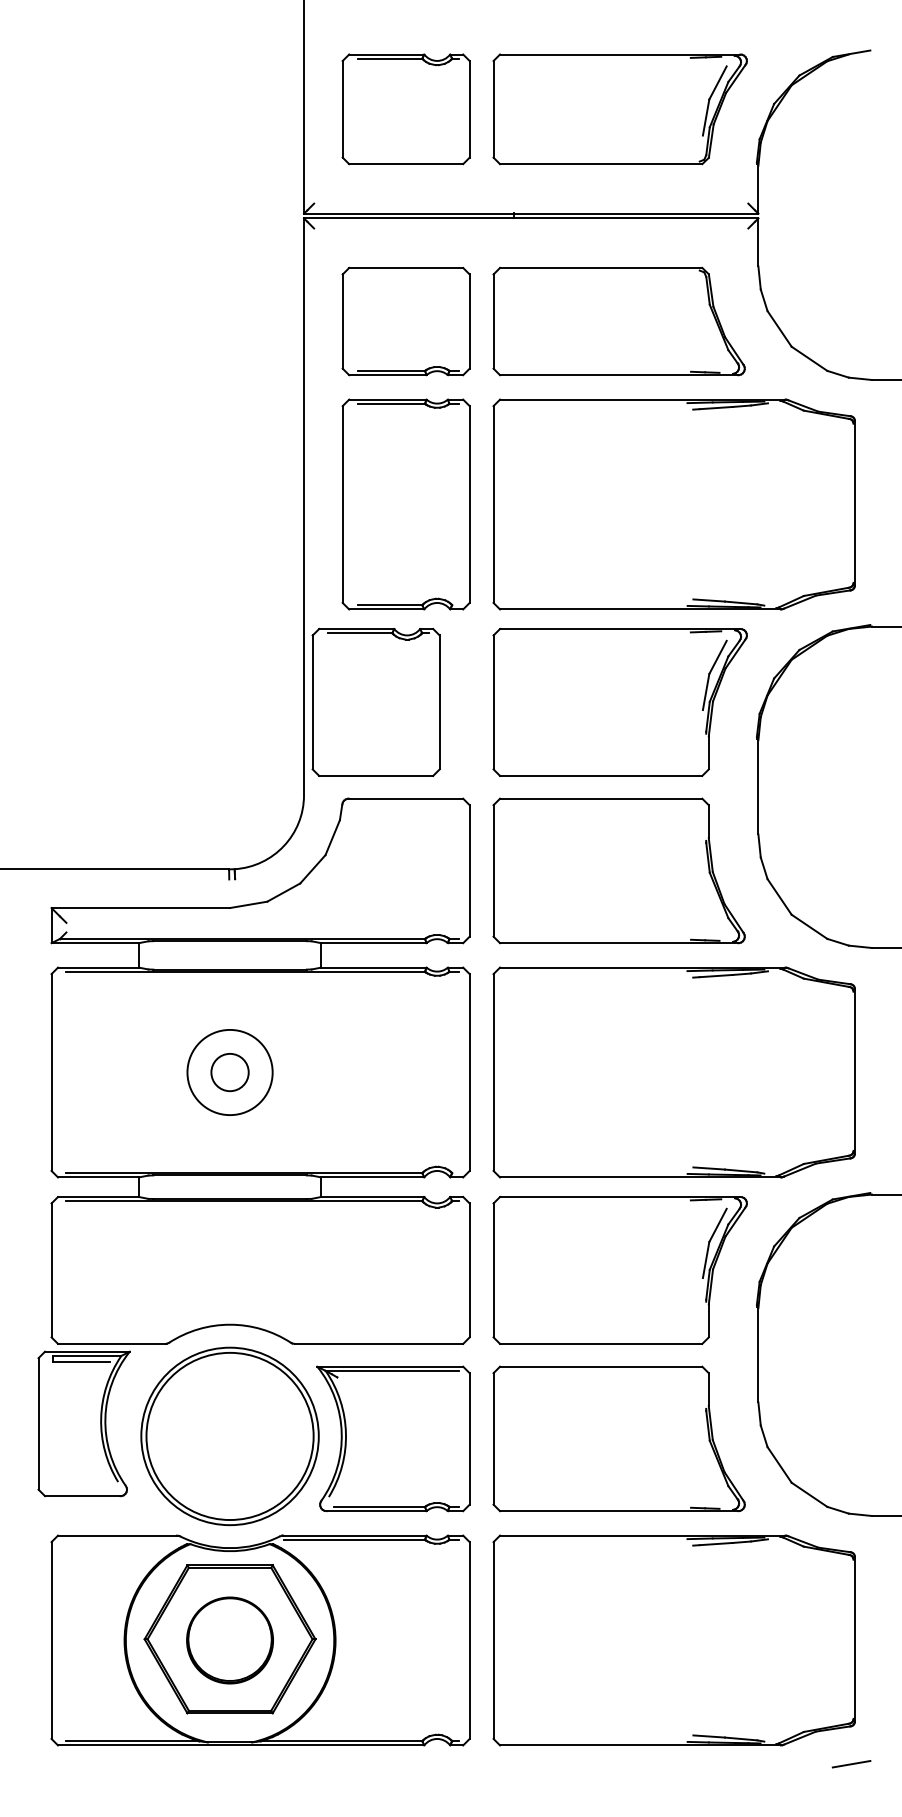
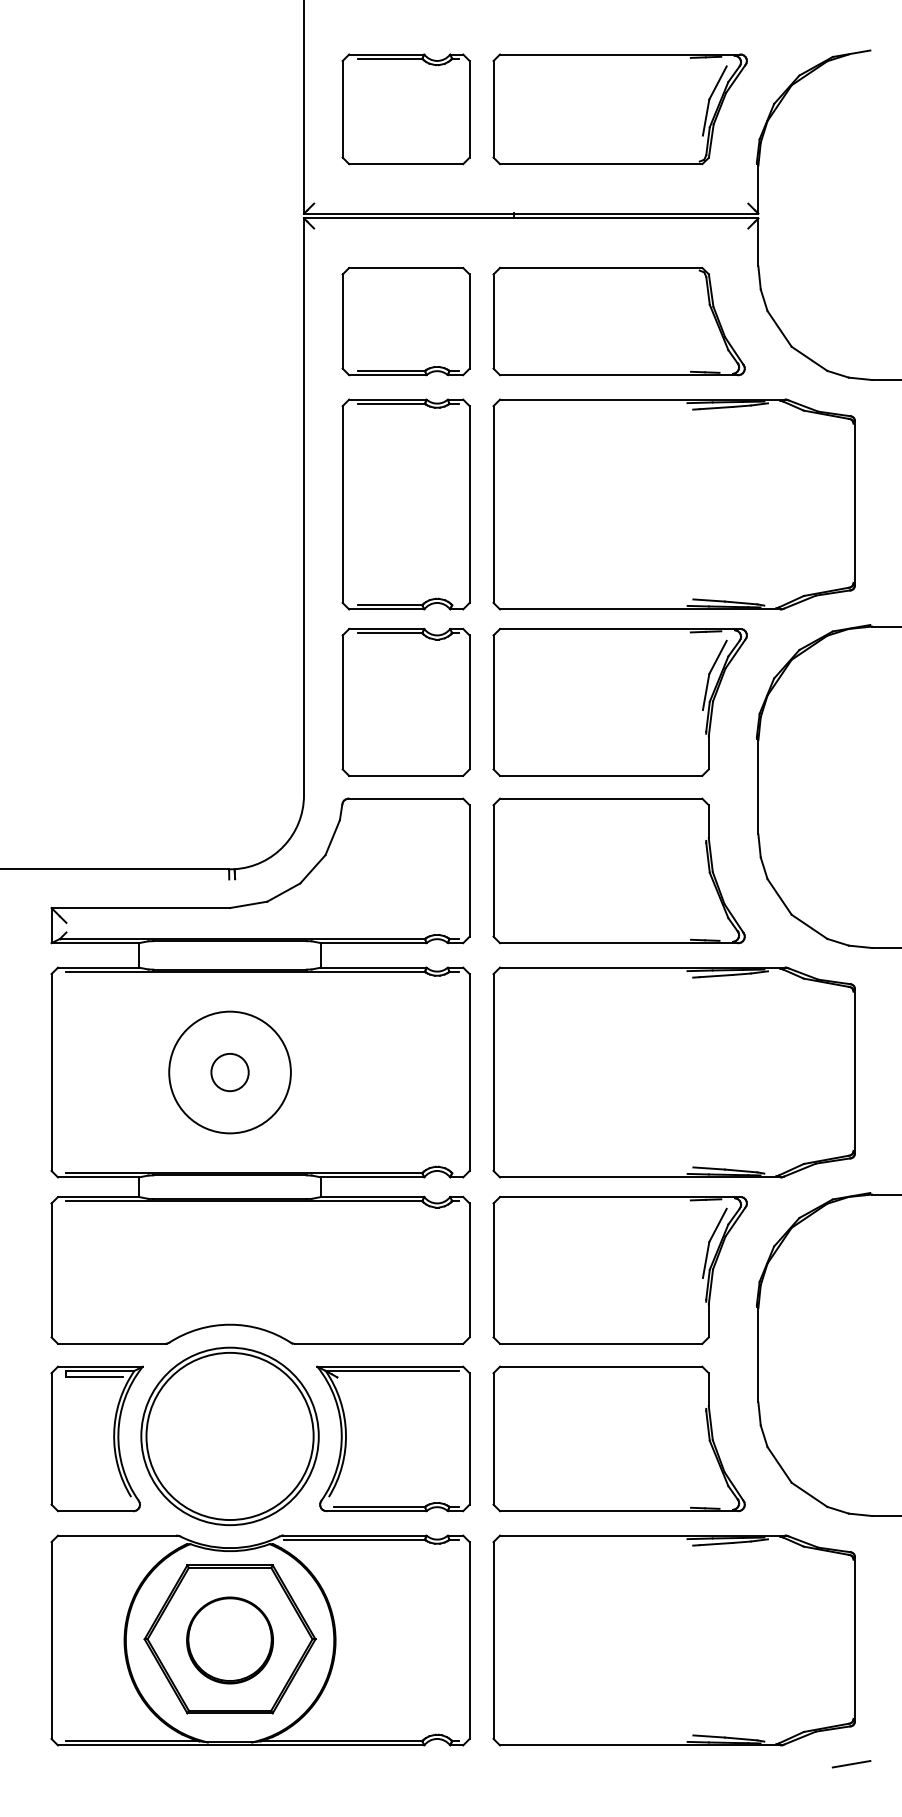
part at (375, 702) position: (375, 702) -> (405, 702)
circle at (229, 1072) diameter: 85 px -> 122 px
part at (83, 1423) position: (83, 1423) -> (96, 1438)
